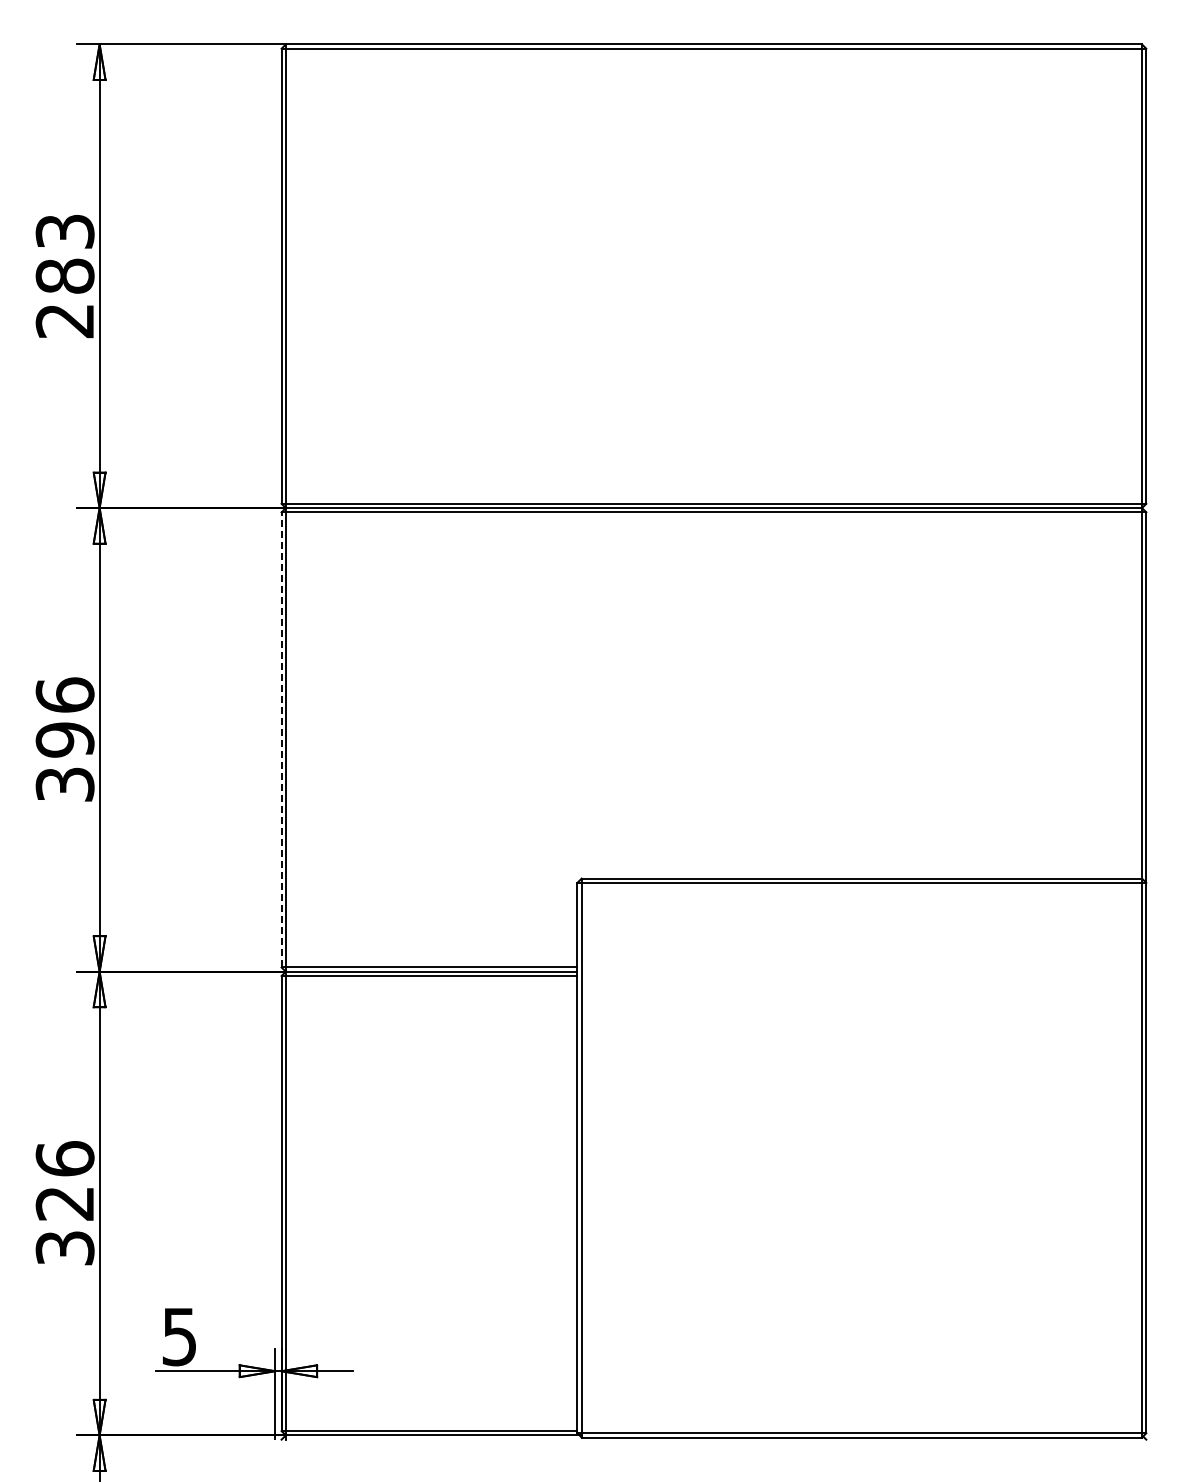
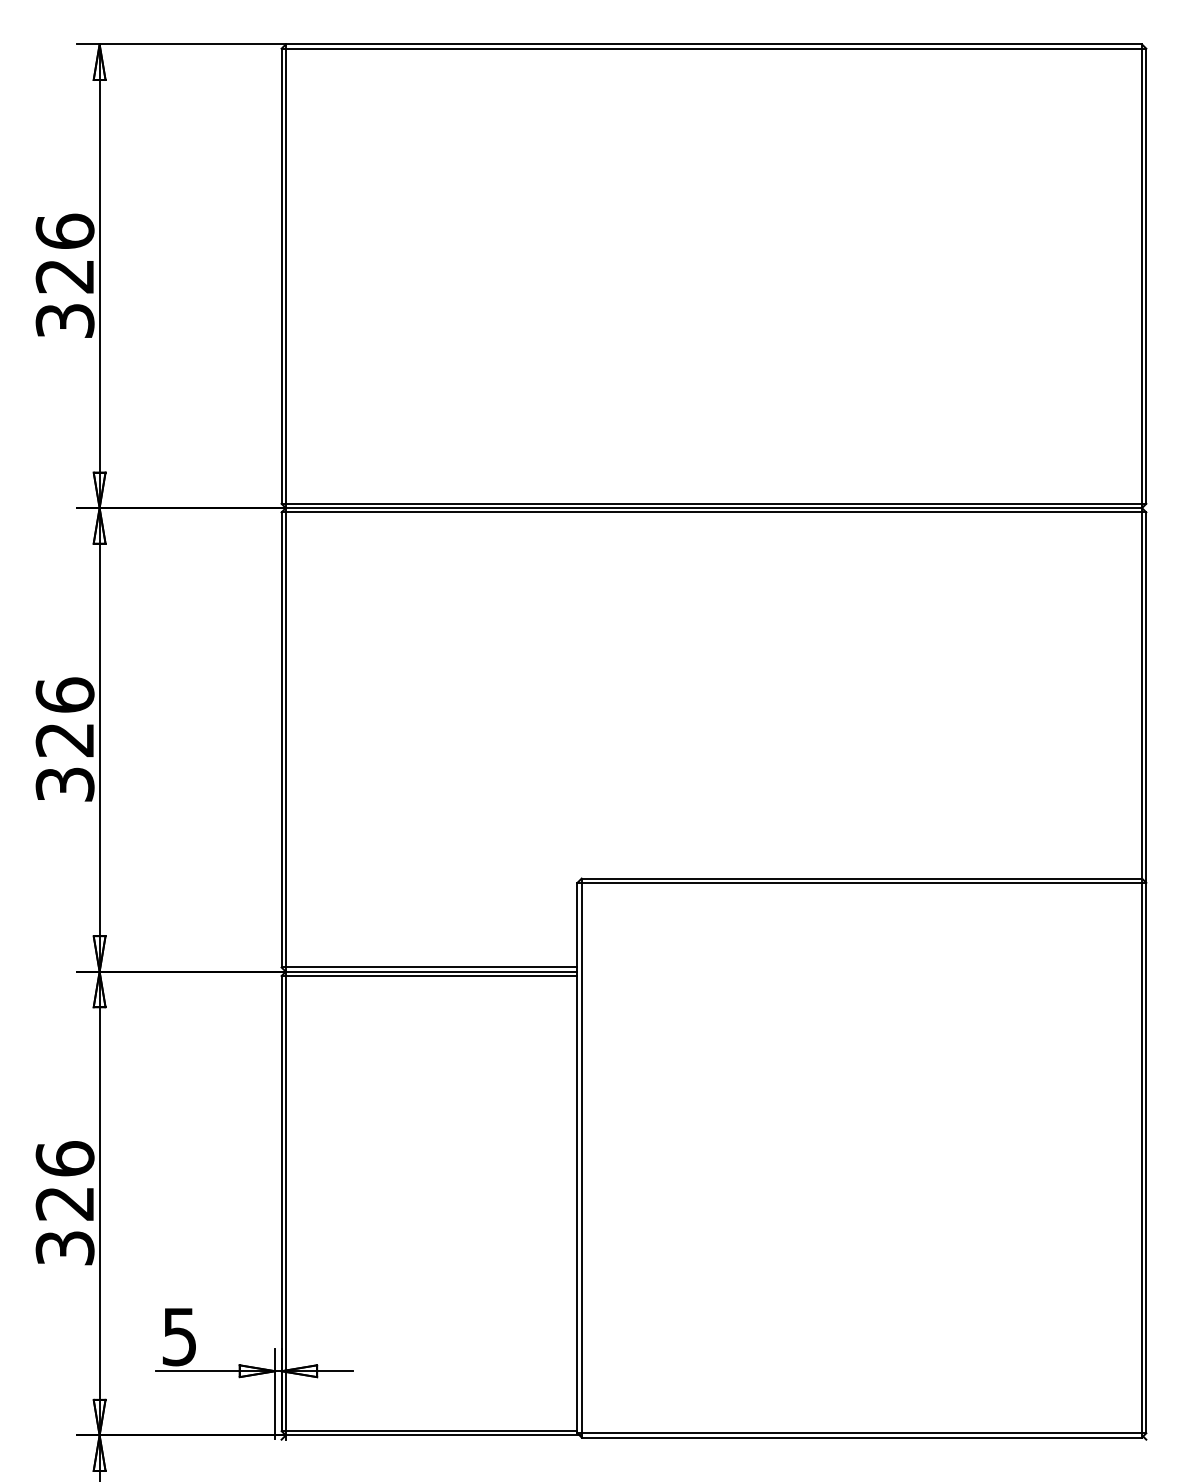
text at (64, 275): 283 -> 326
text at (64, 739): 396 -> 326
line at (281, 739): dashed -> solid
